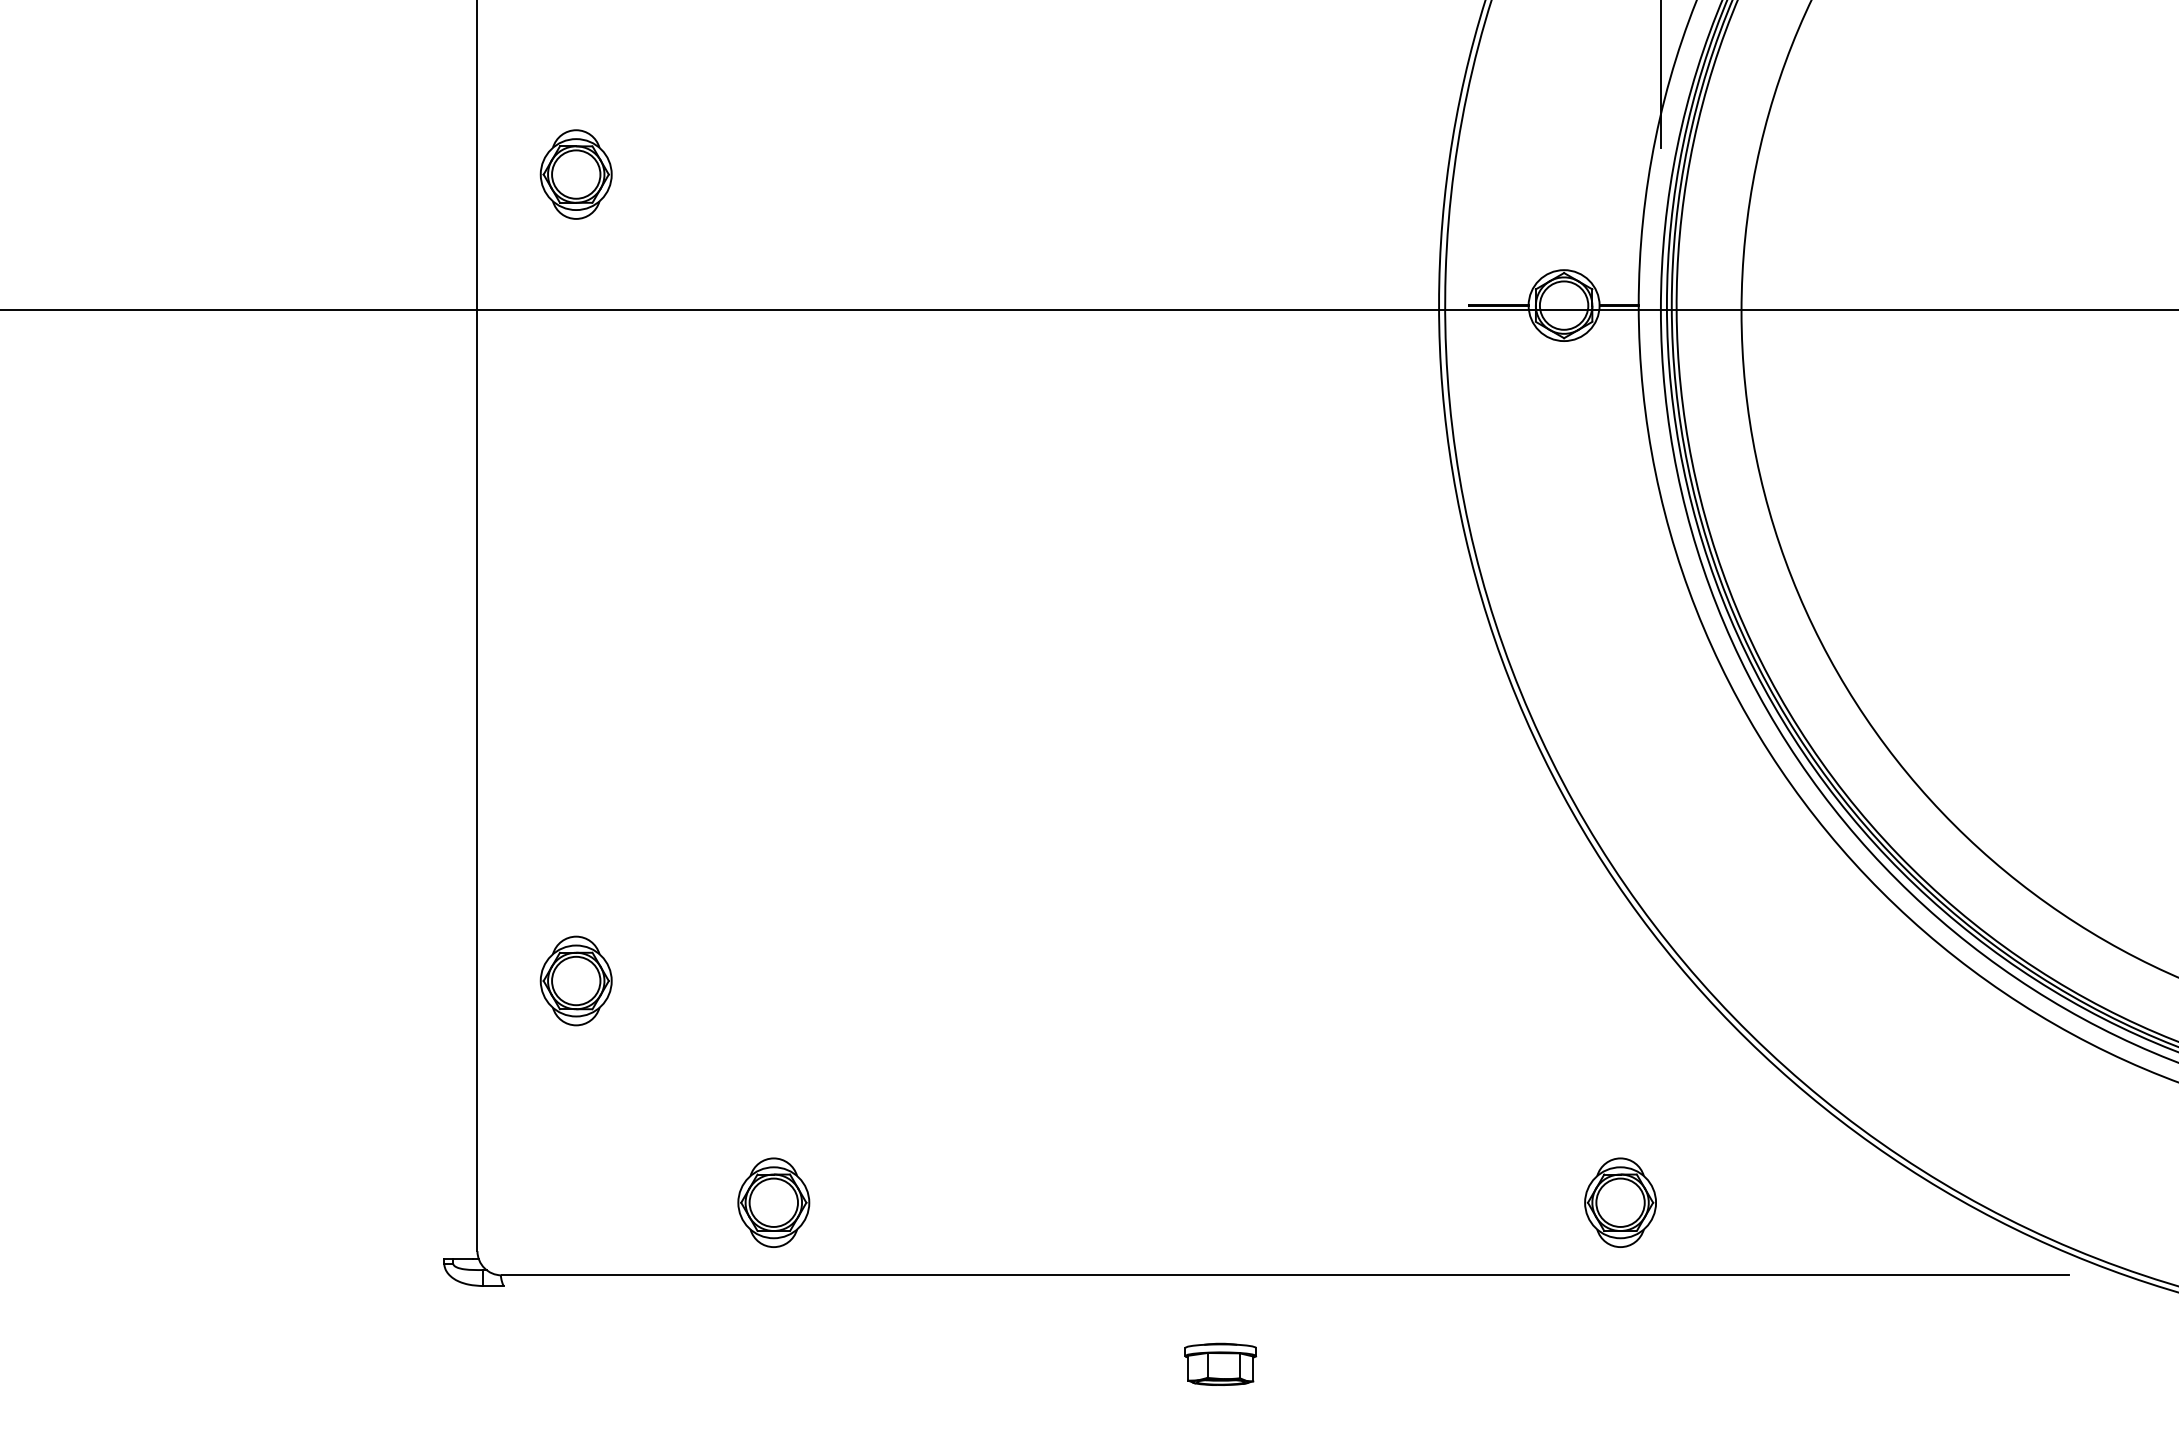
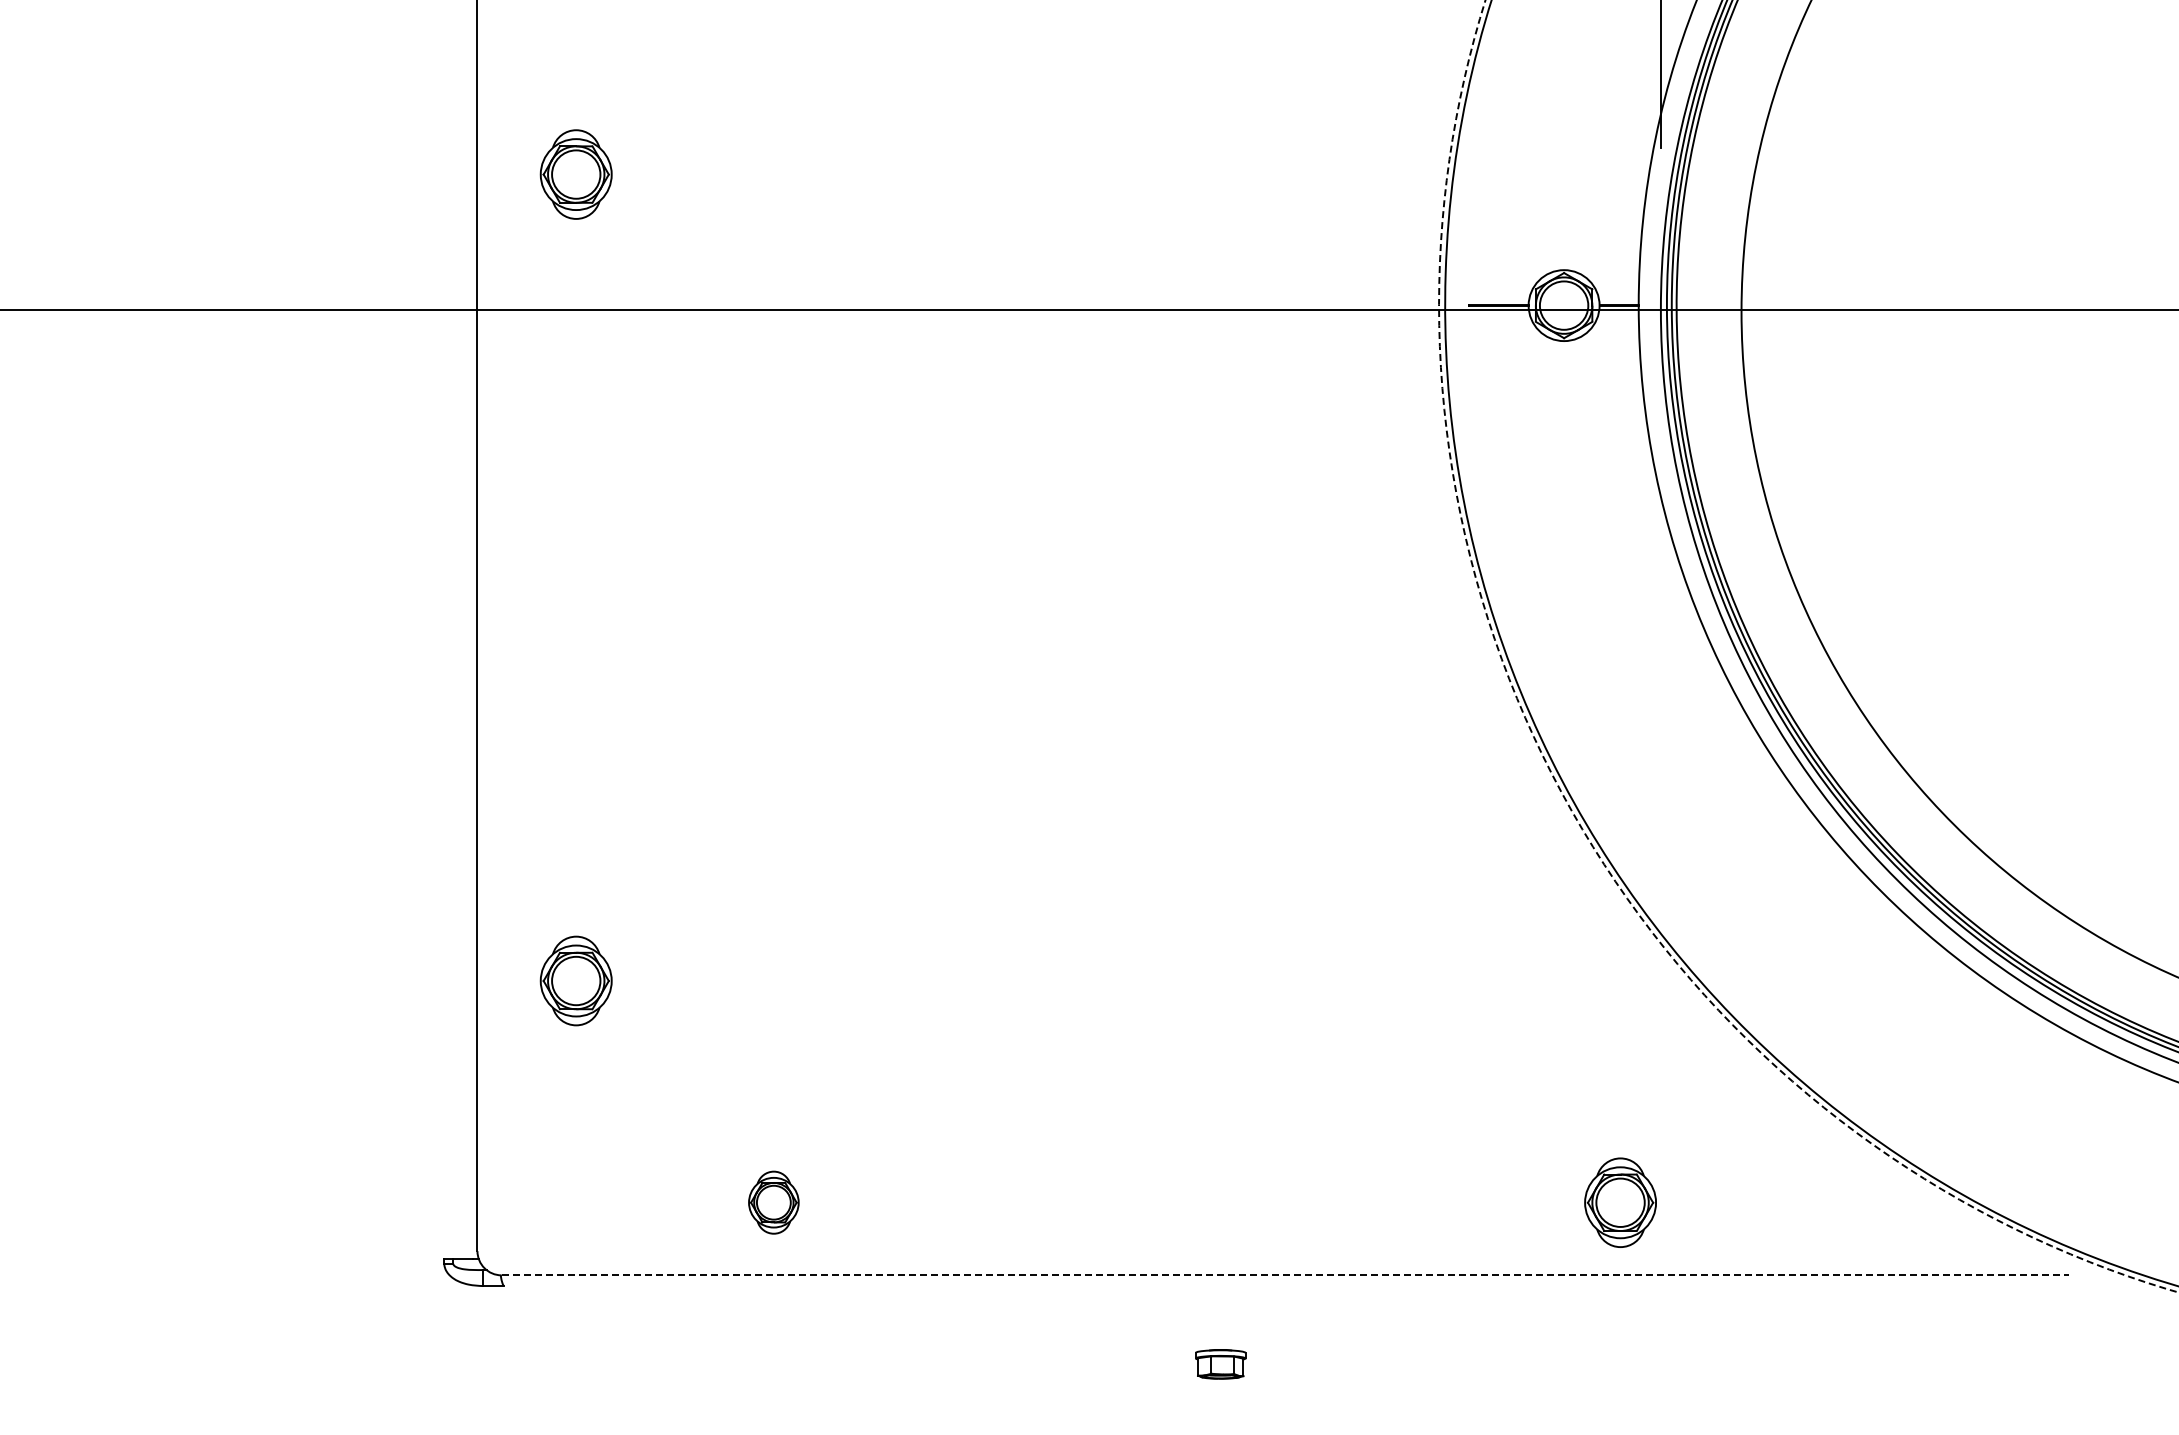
arc at (1562, 792): solid -> dashed
part at (773, 1202) size: 74x91 px -> 52x65 px
line at (1285, 1275): solid -> dashed
part at (1220, 1363) size: 73x44 px -> 52x31 px
